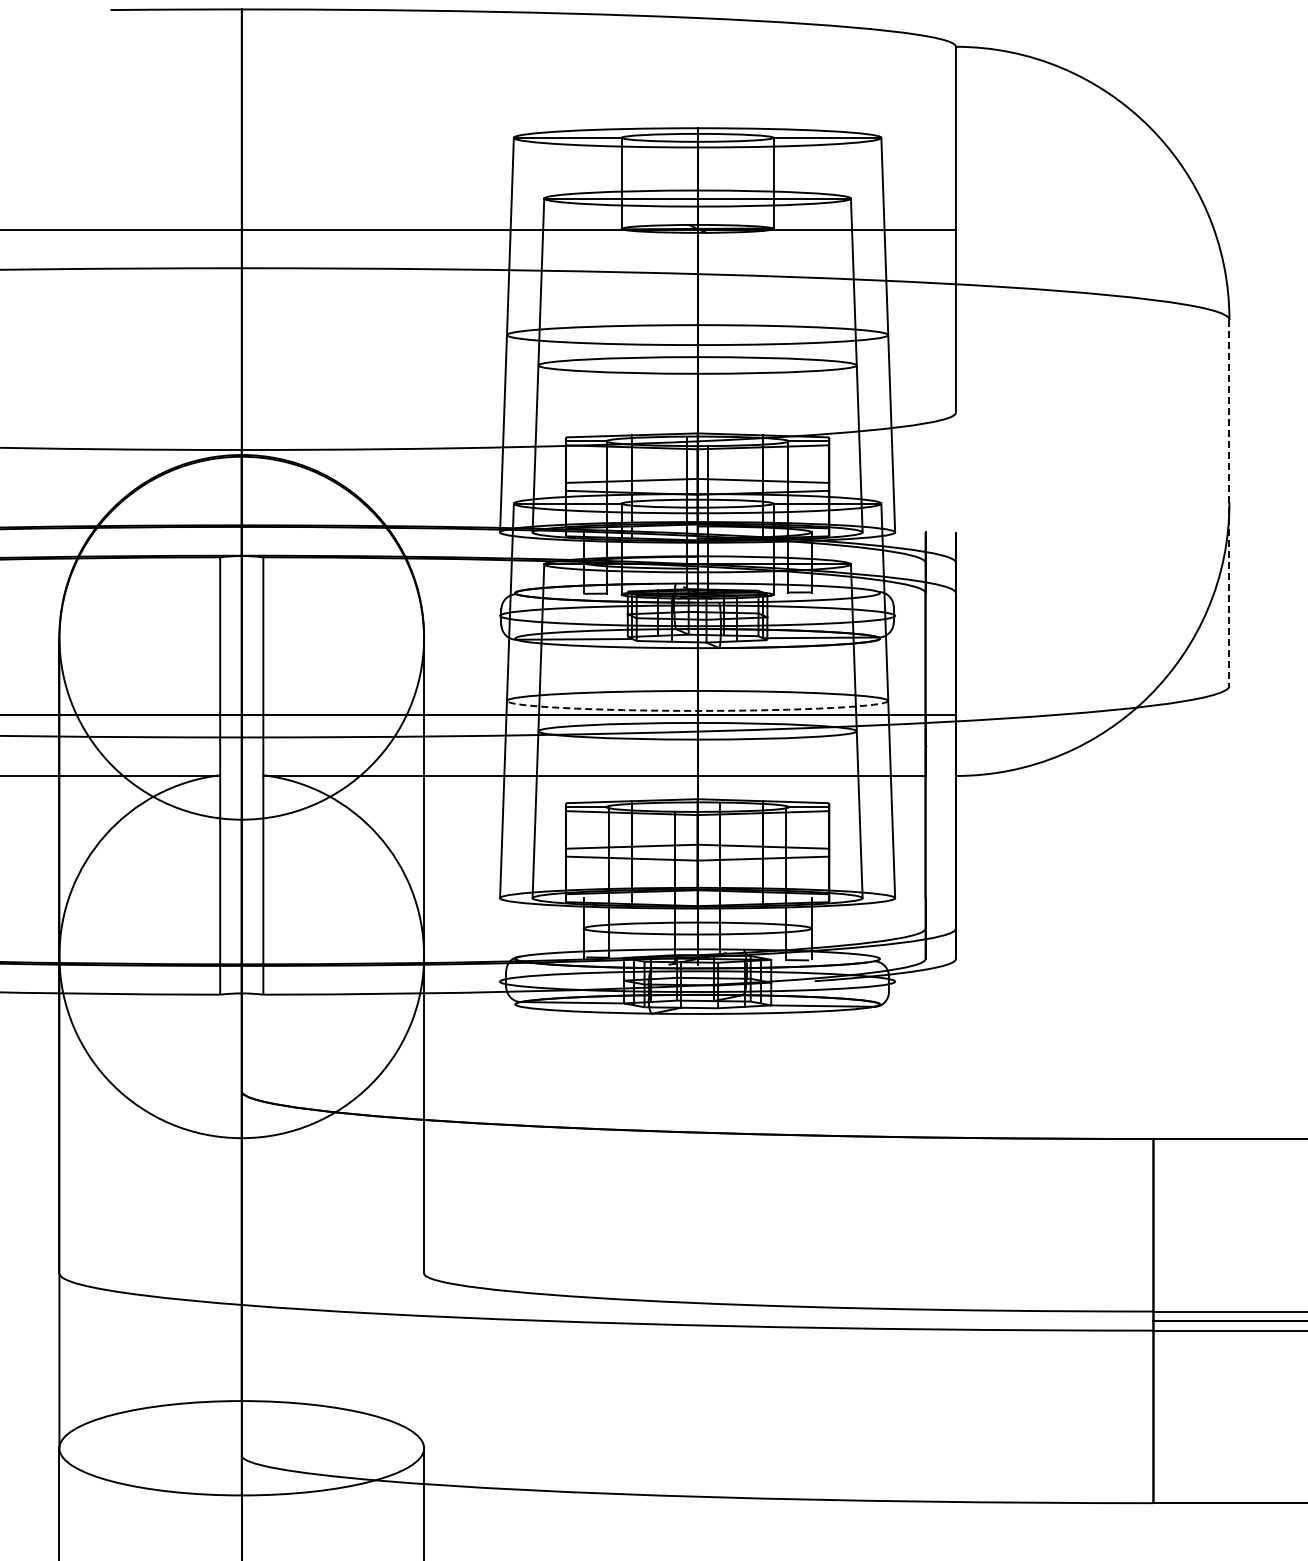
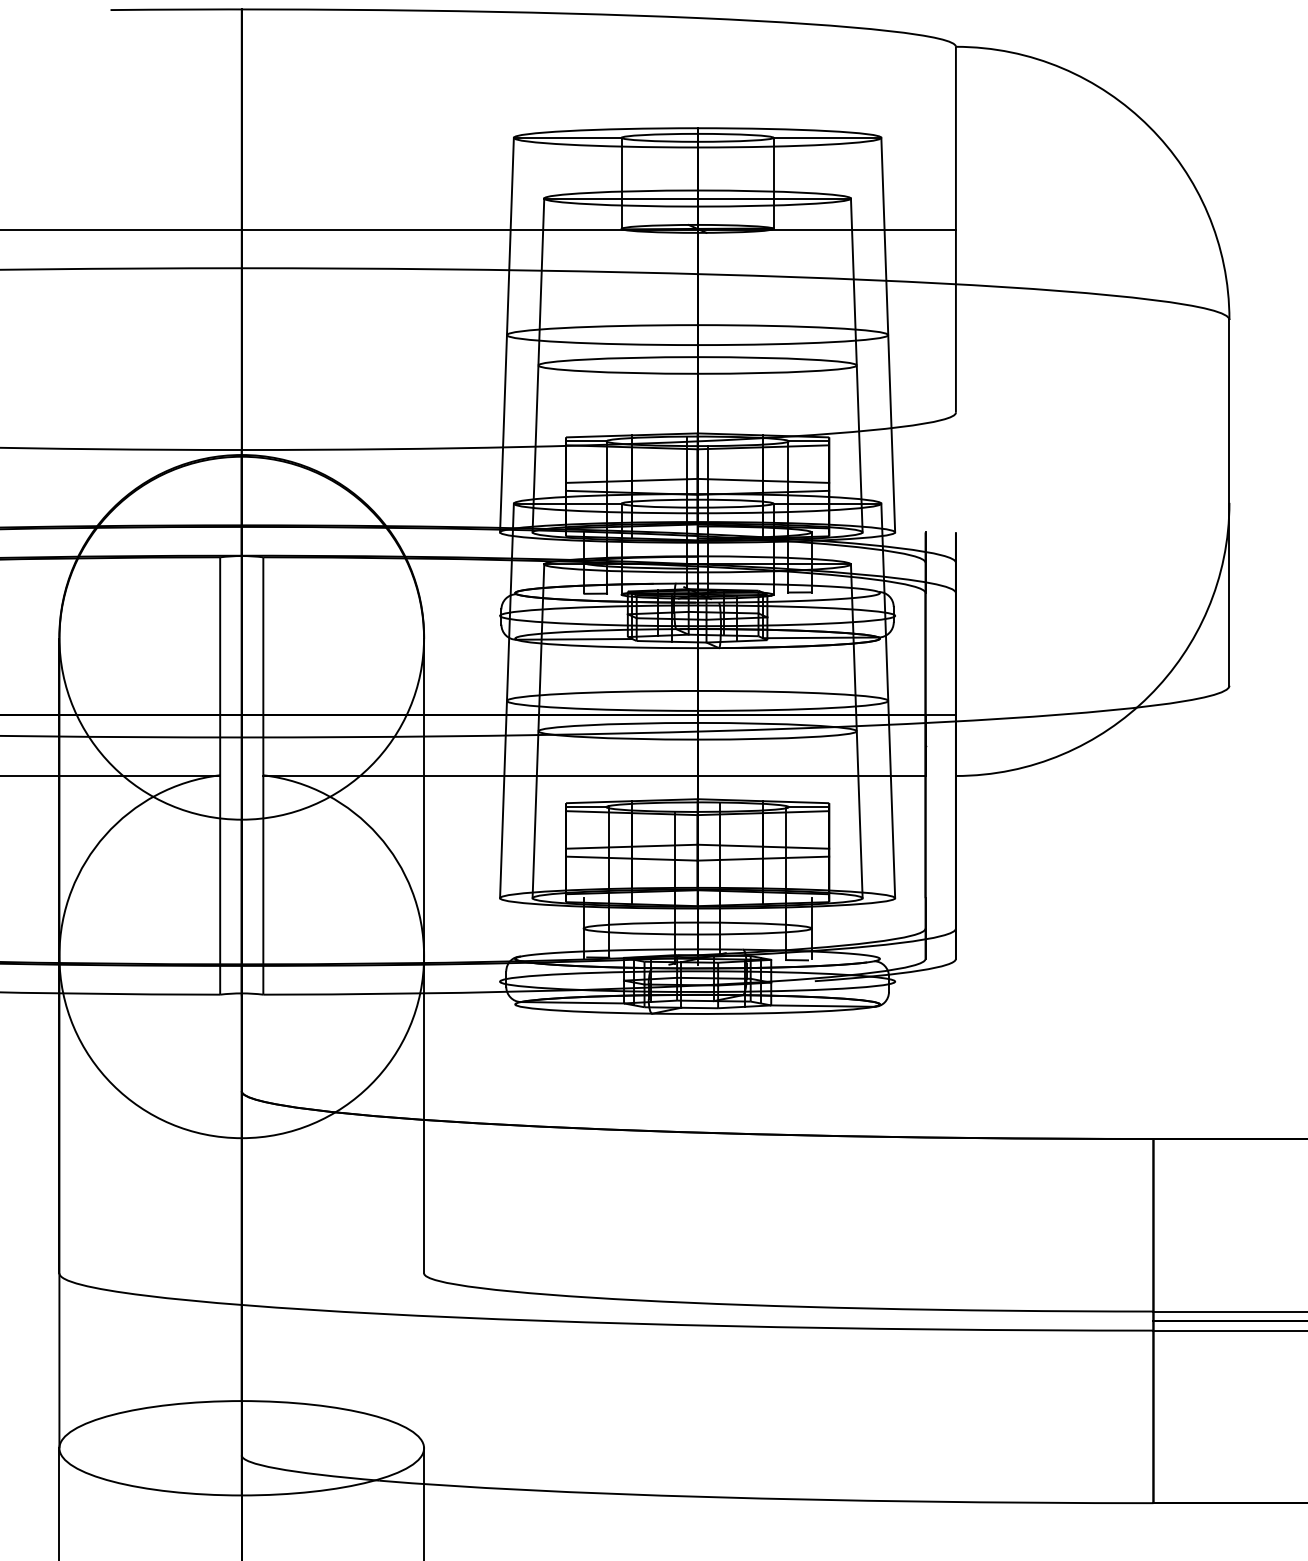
line at (1229, 502): dashed -> solid
arc at (697, 710): dashed -> solid
